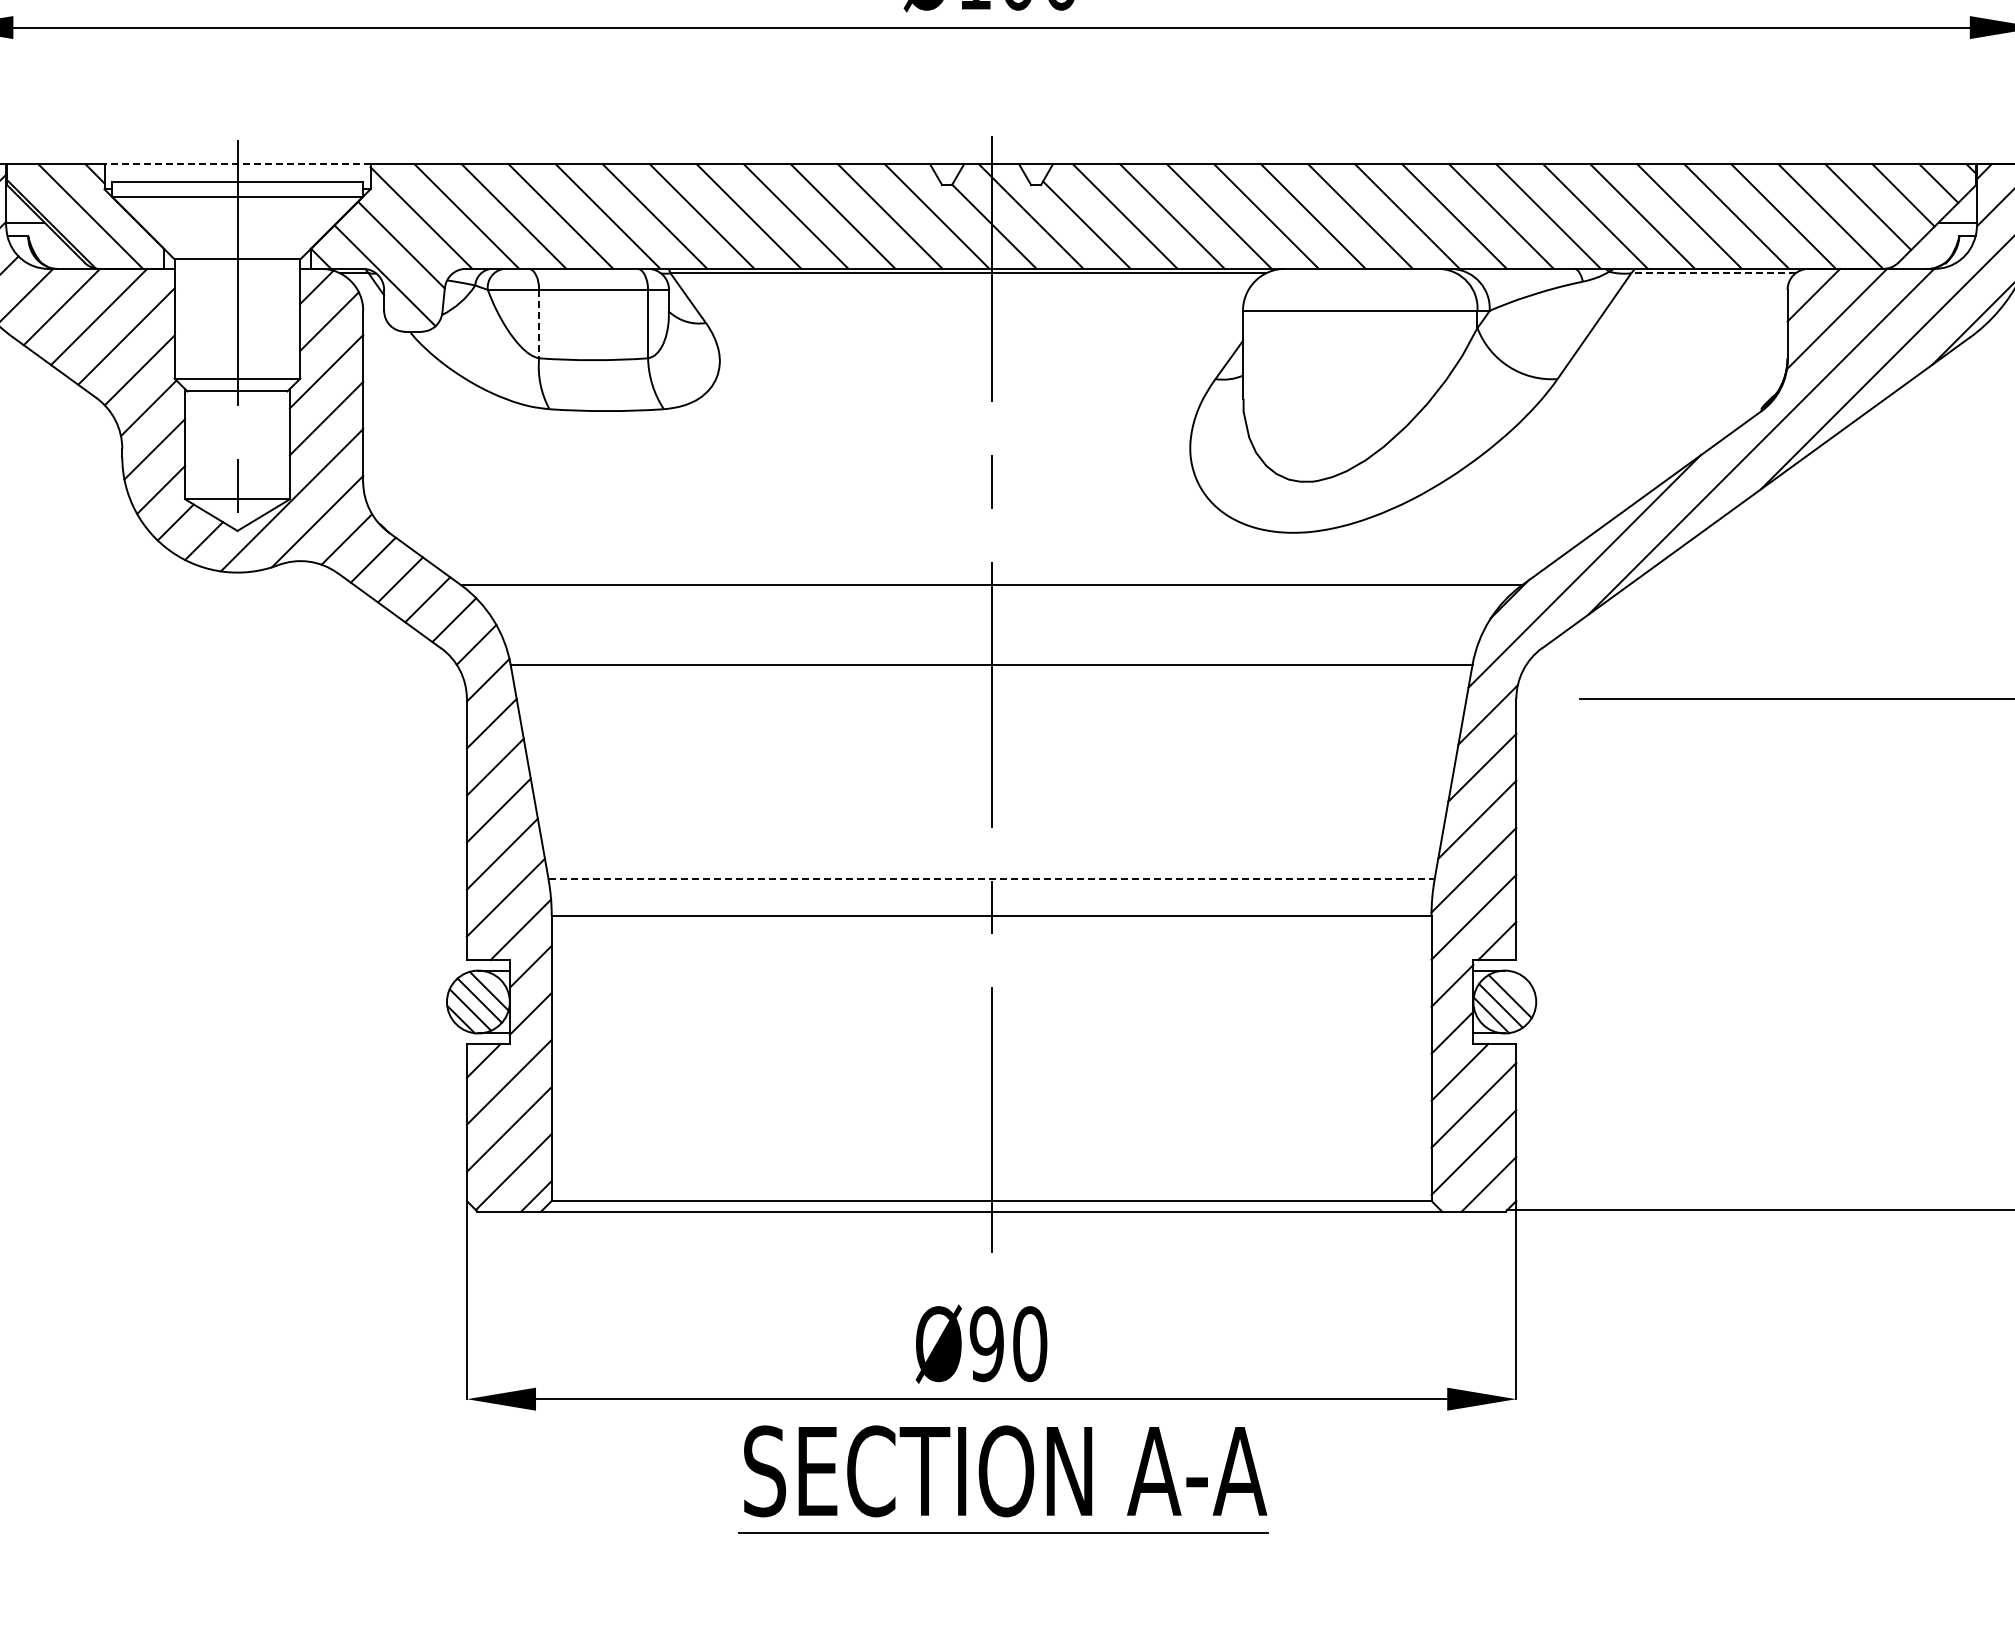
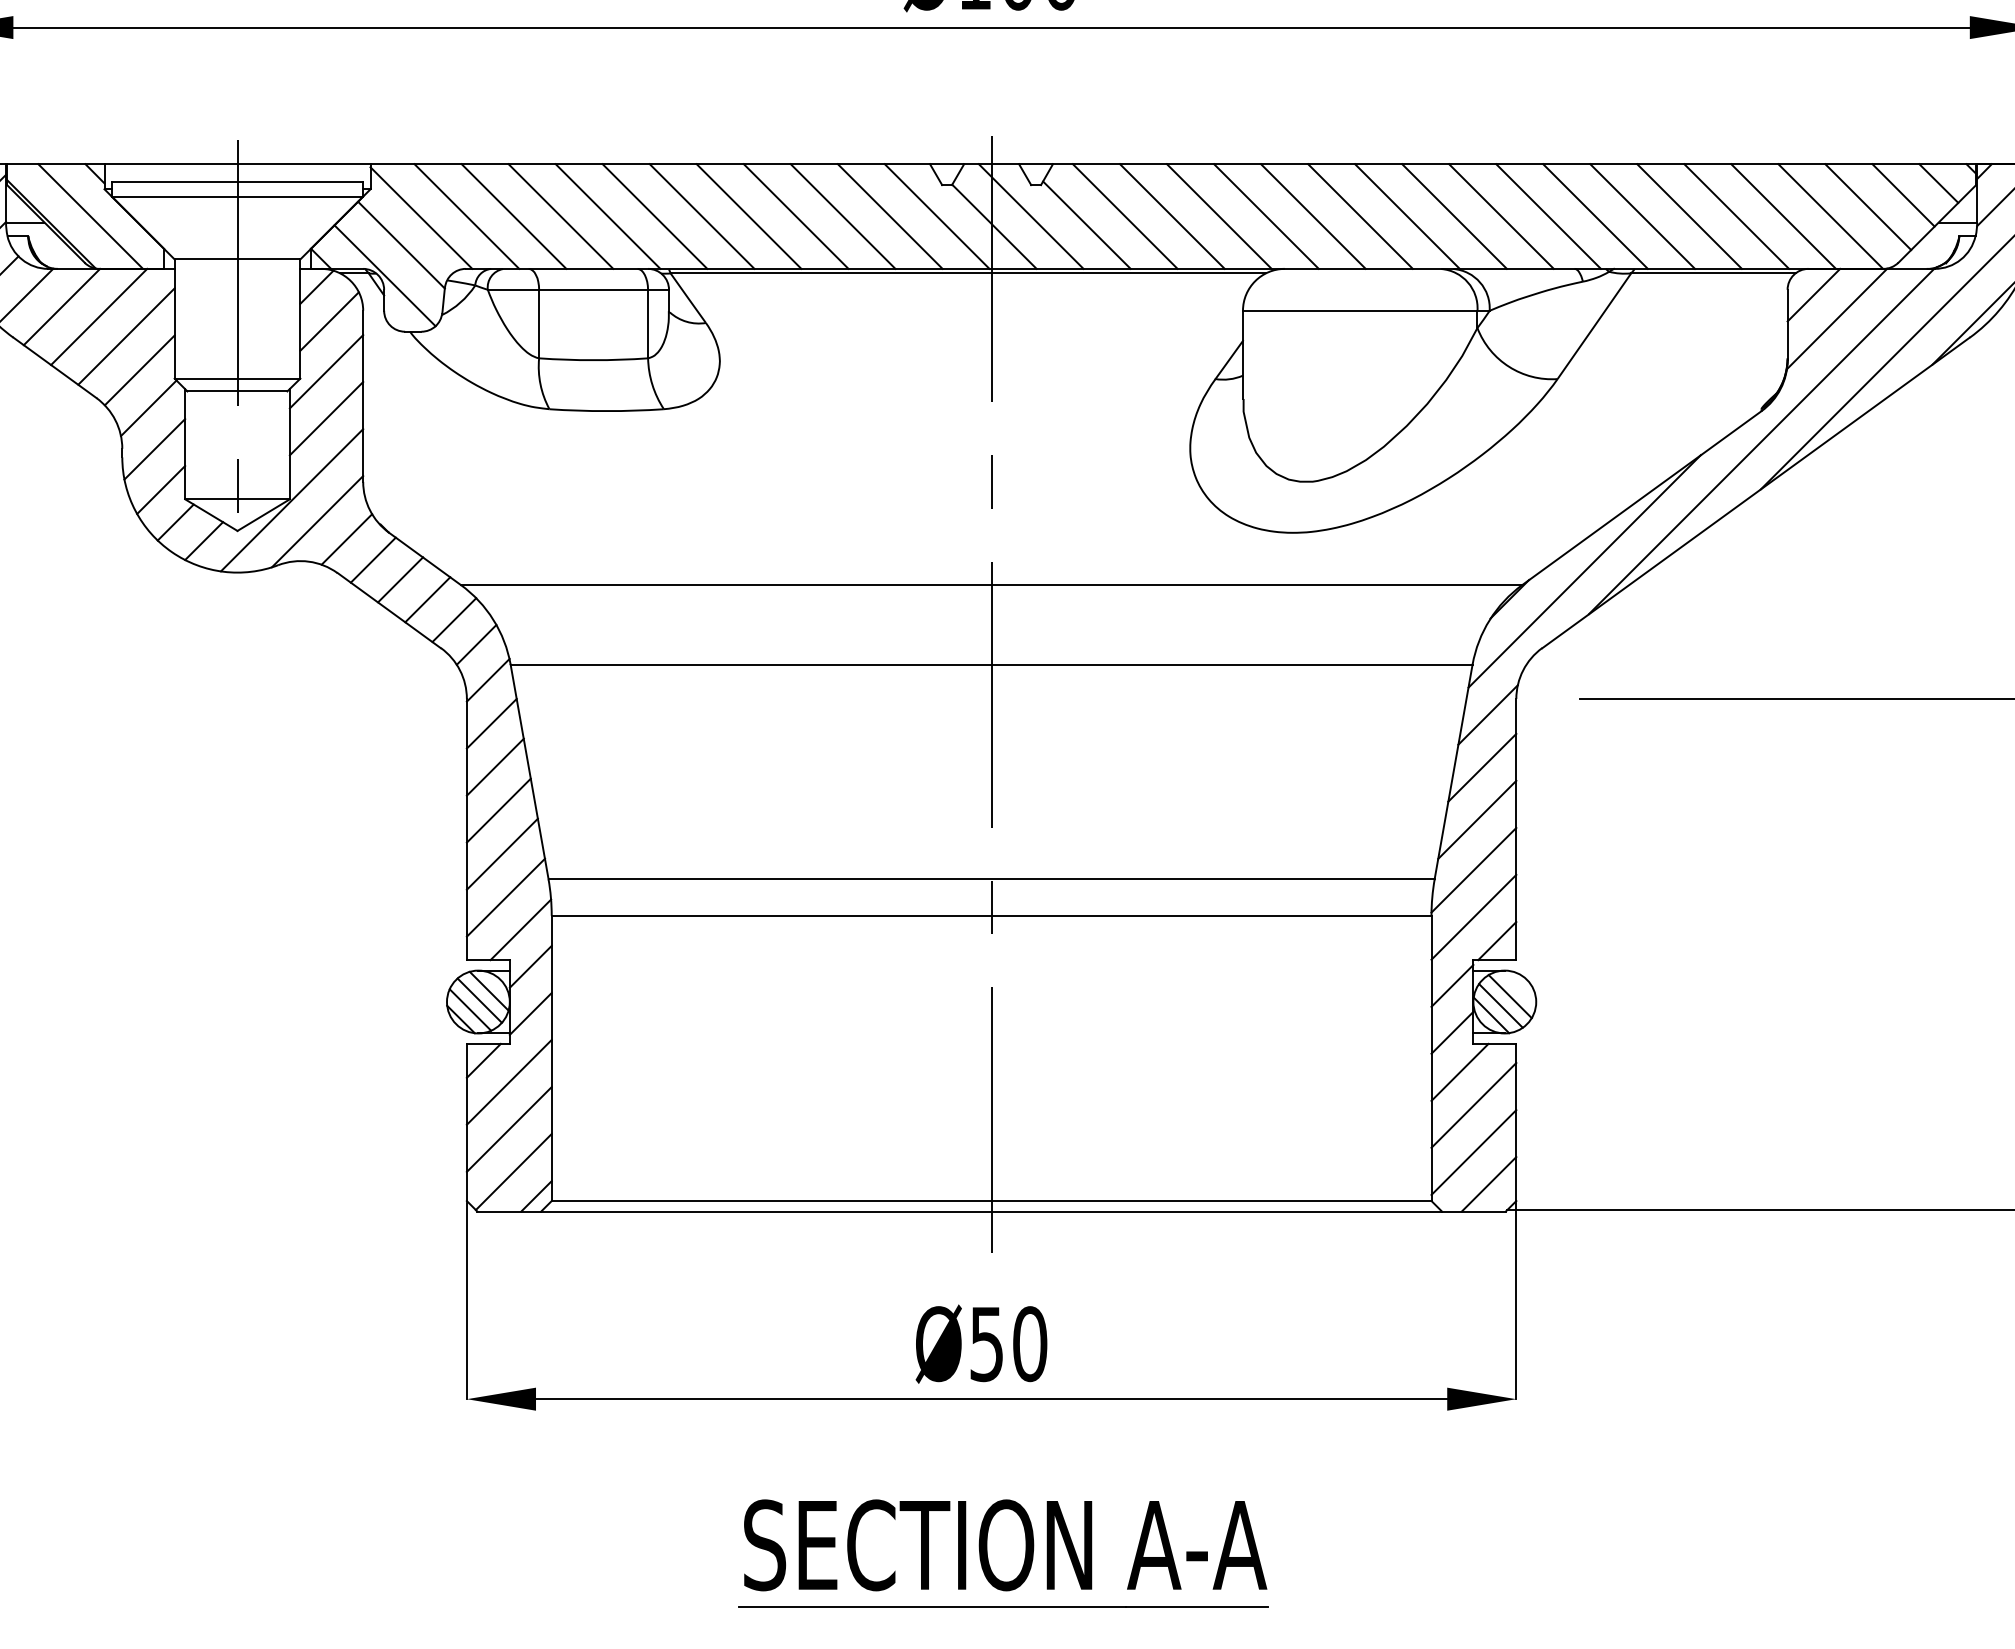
line at (237, 164): dashed -> solid
line at (1712, 273): dashed -> solid
line at (539, 324): dashed -> solid
line at (992, 879): dashed -> solid
text at (986, 1343): Ø90 -> Ø50
part at (1003, 1479) position: (1003, 1479) -> (1003, 1553)
